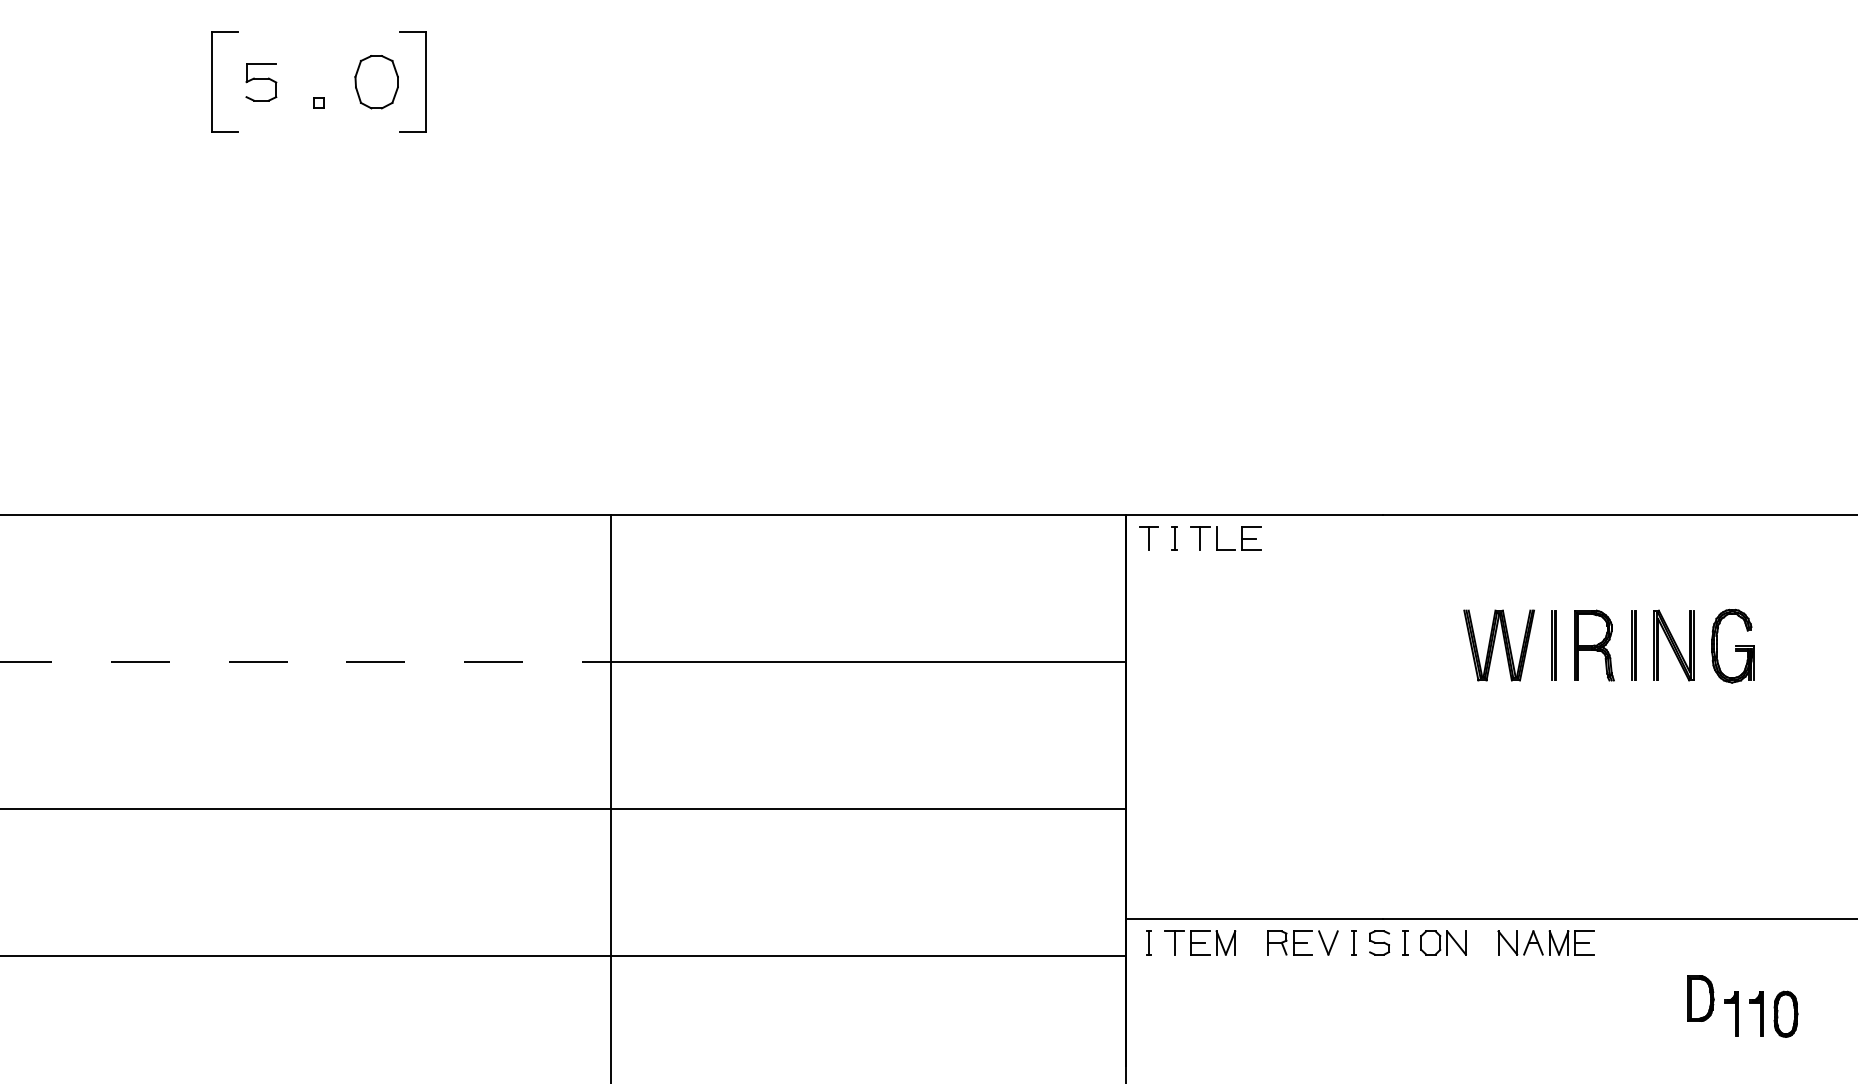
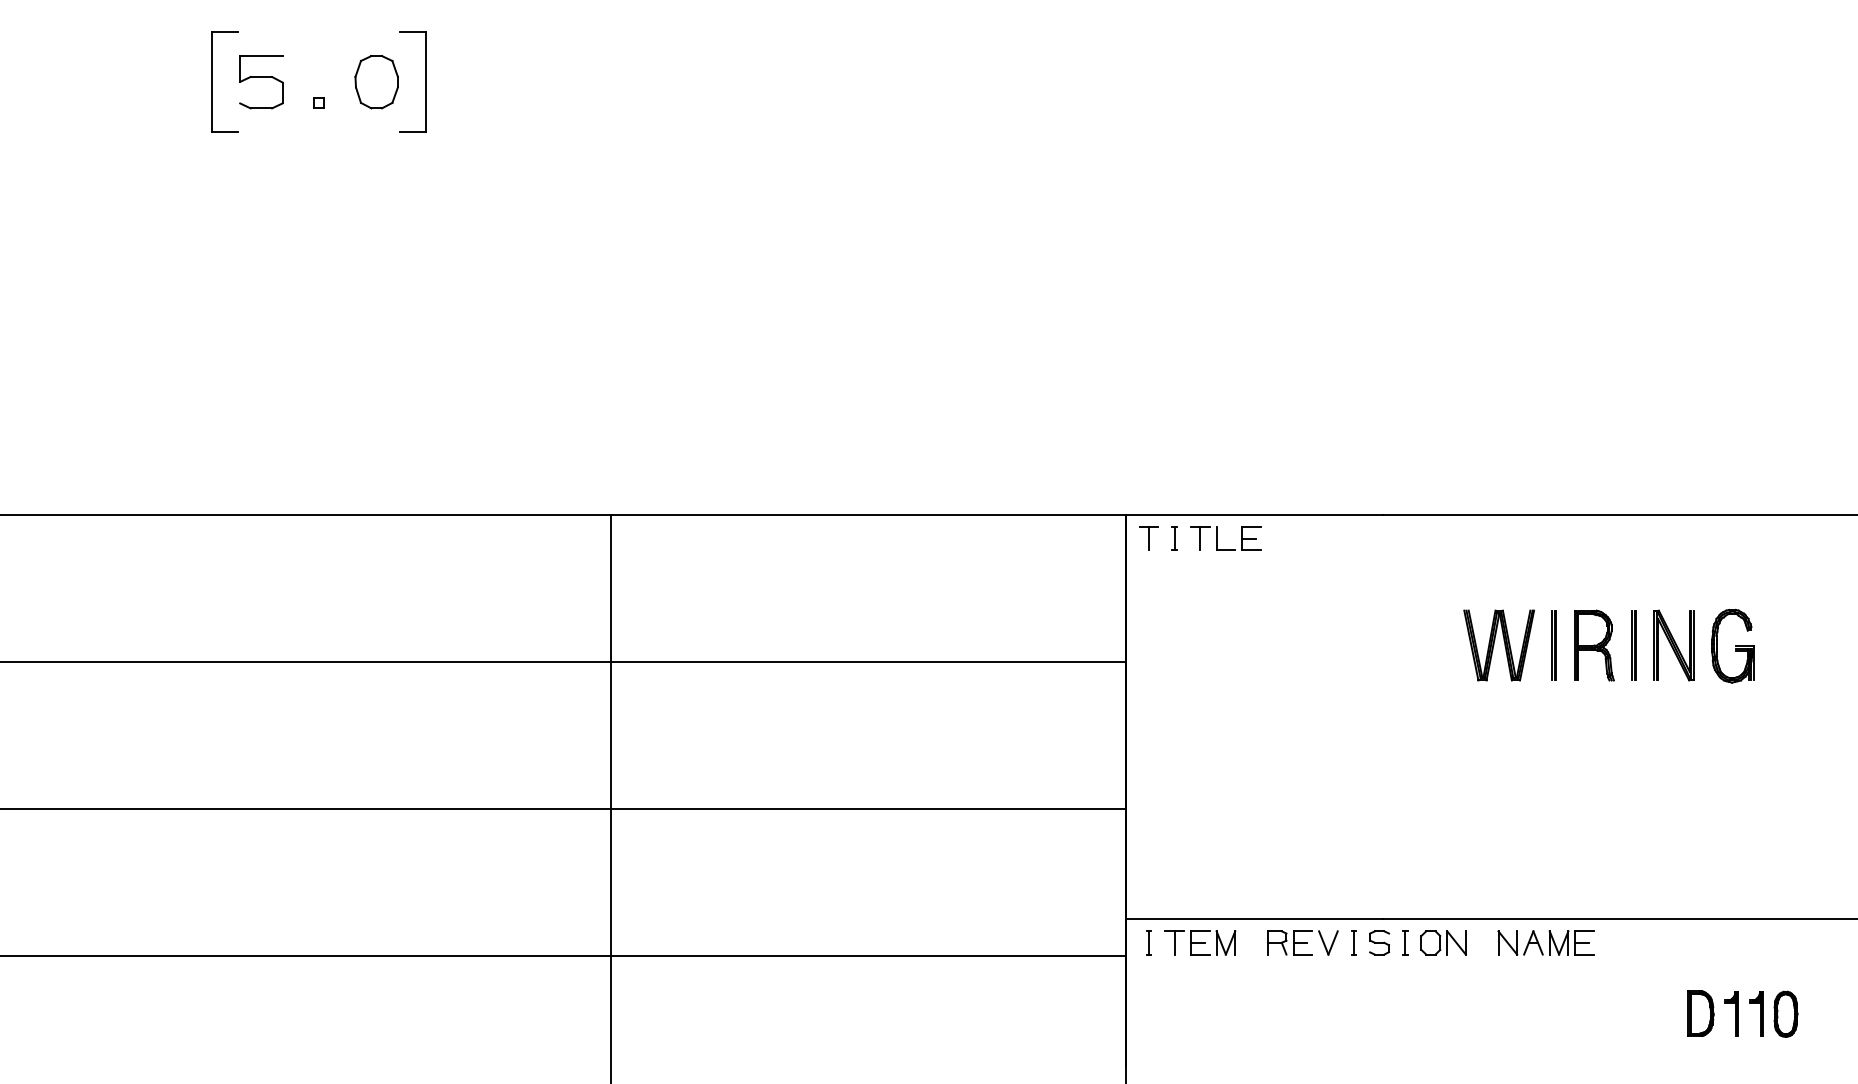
part at (261, 82) size: 33x39 px -> 45x55 px
line at (306, 662): dashed -> solid
part at (1700, 998) position: (1700, 998) -> (1700, 1013)
